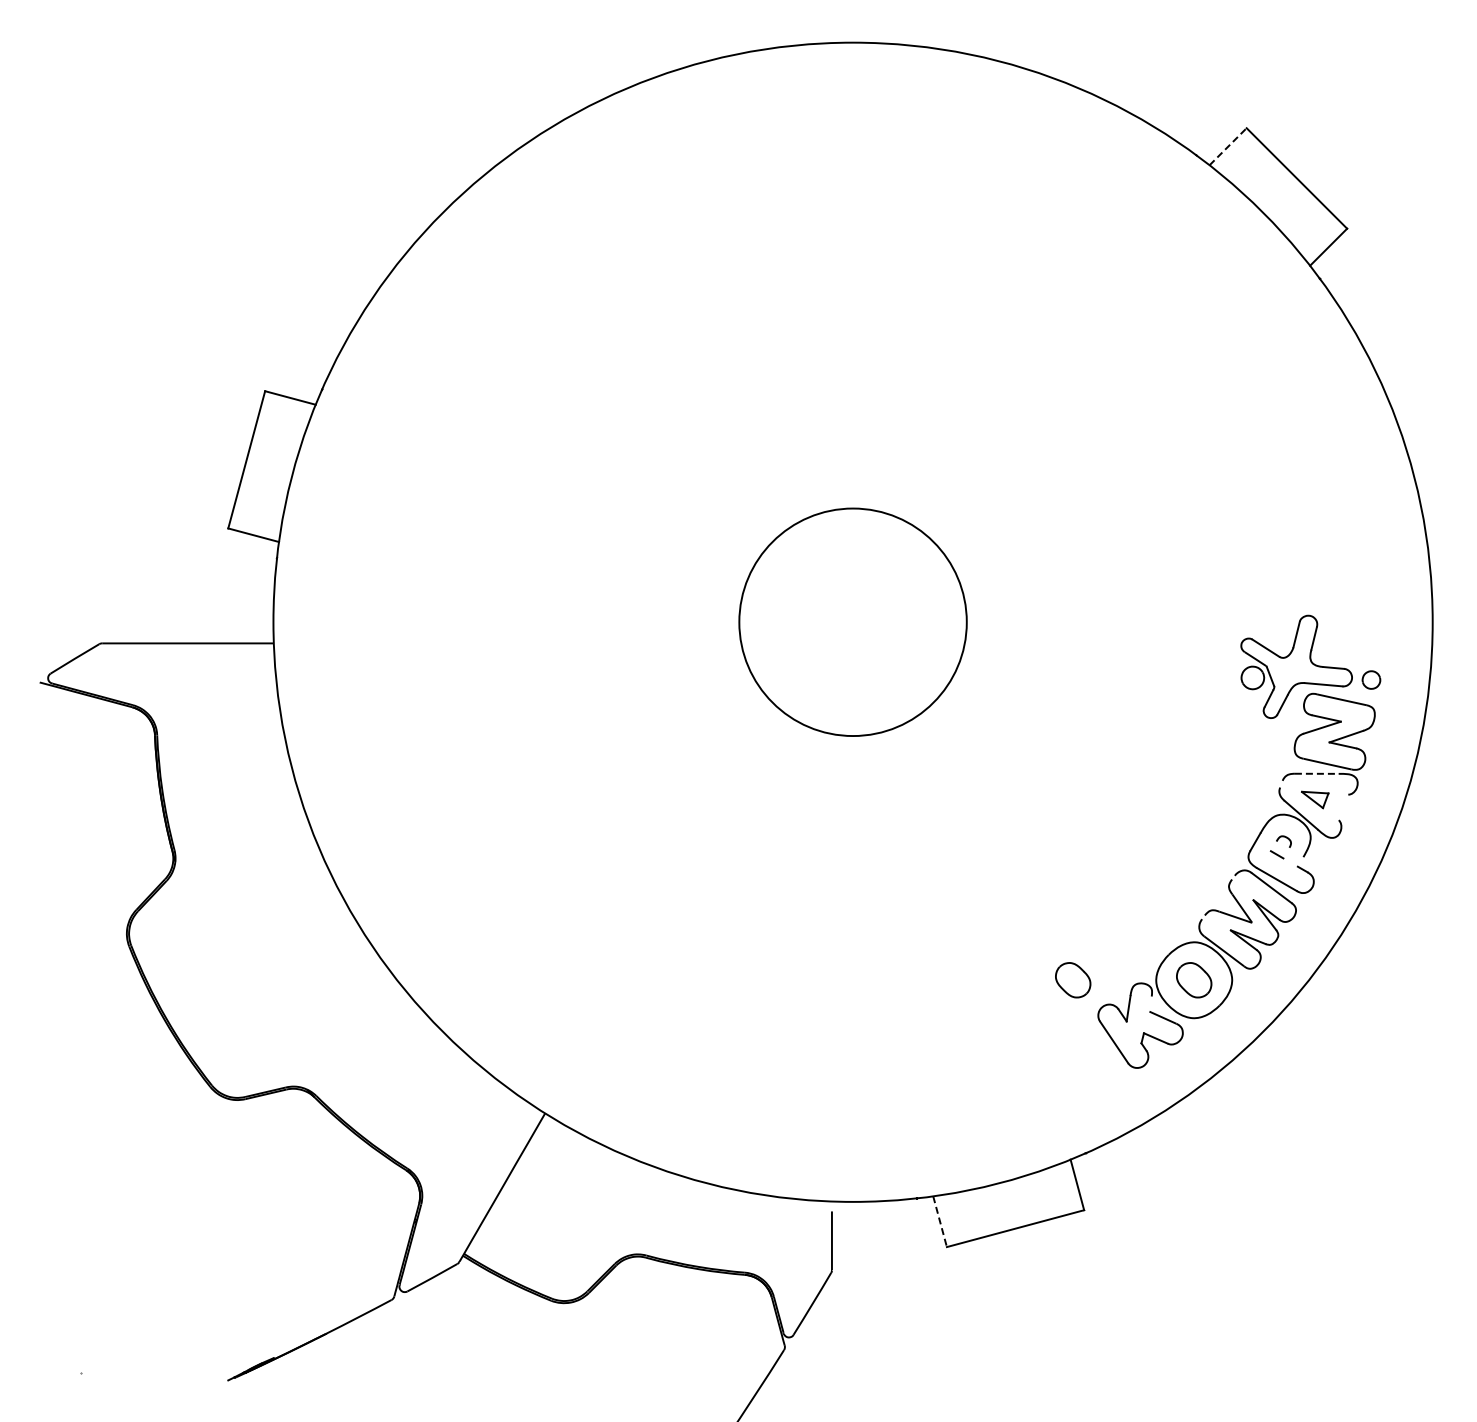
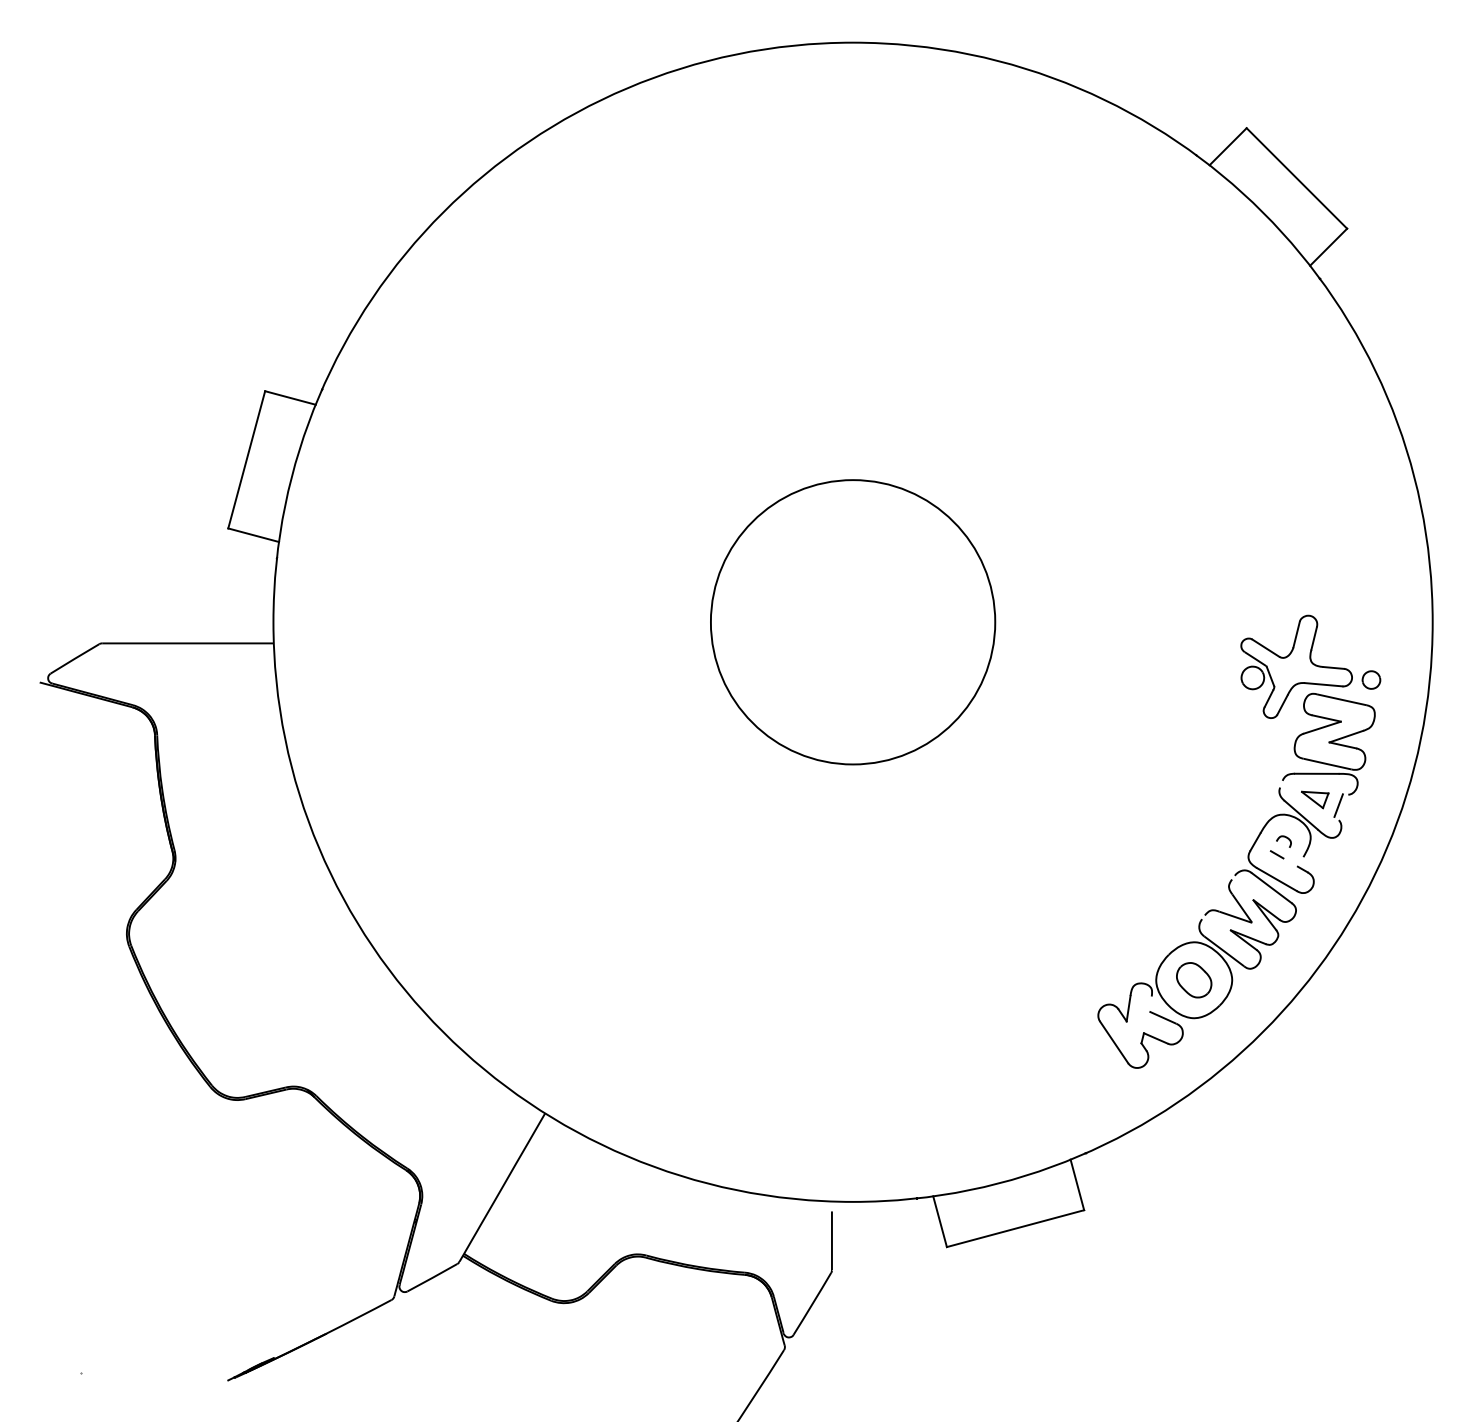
line at (1228, 146): dashed -> solid
circle at (852, 622) diameter: 227 px -> 284 px
line at (1316, 773): dashed -> solid
line at (1338, 805): none -> present
part at (1073, 980): present -> none
line at (940, 1222): dashed -> solid
